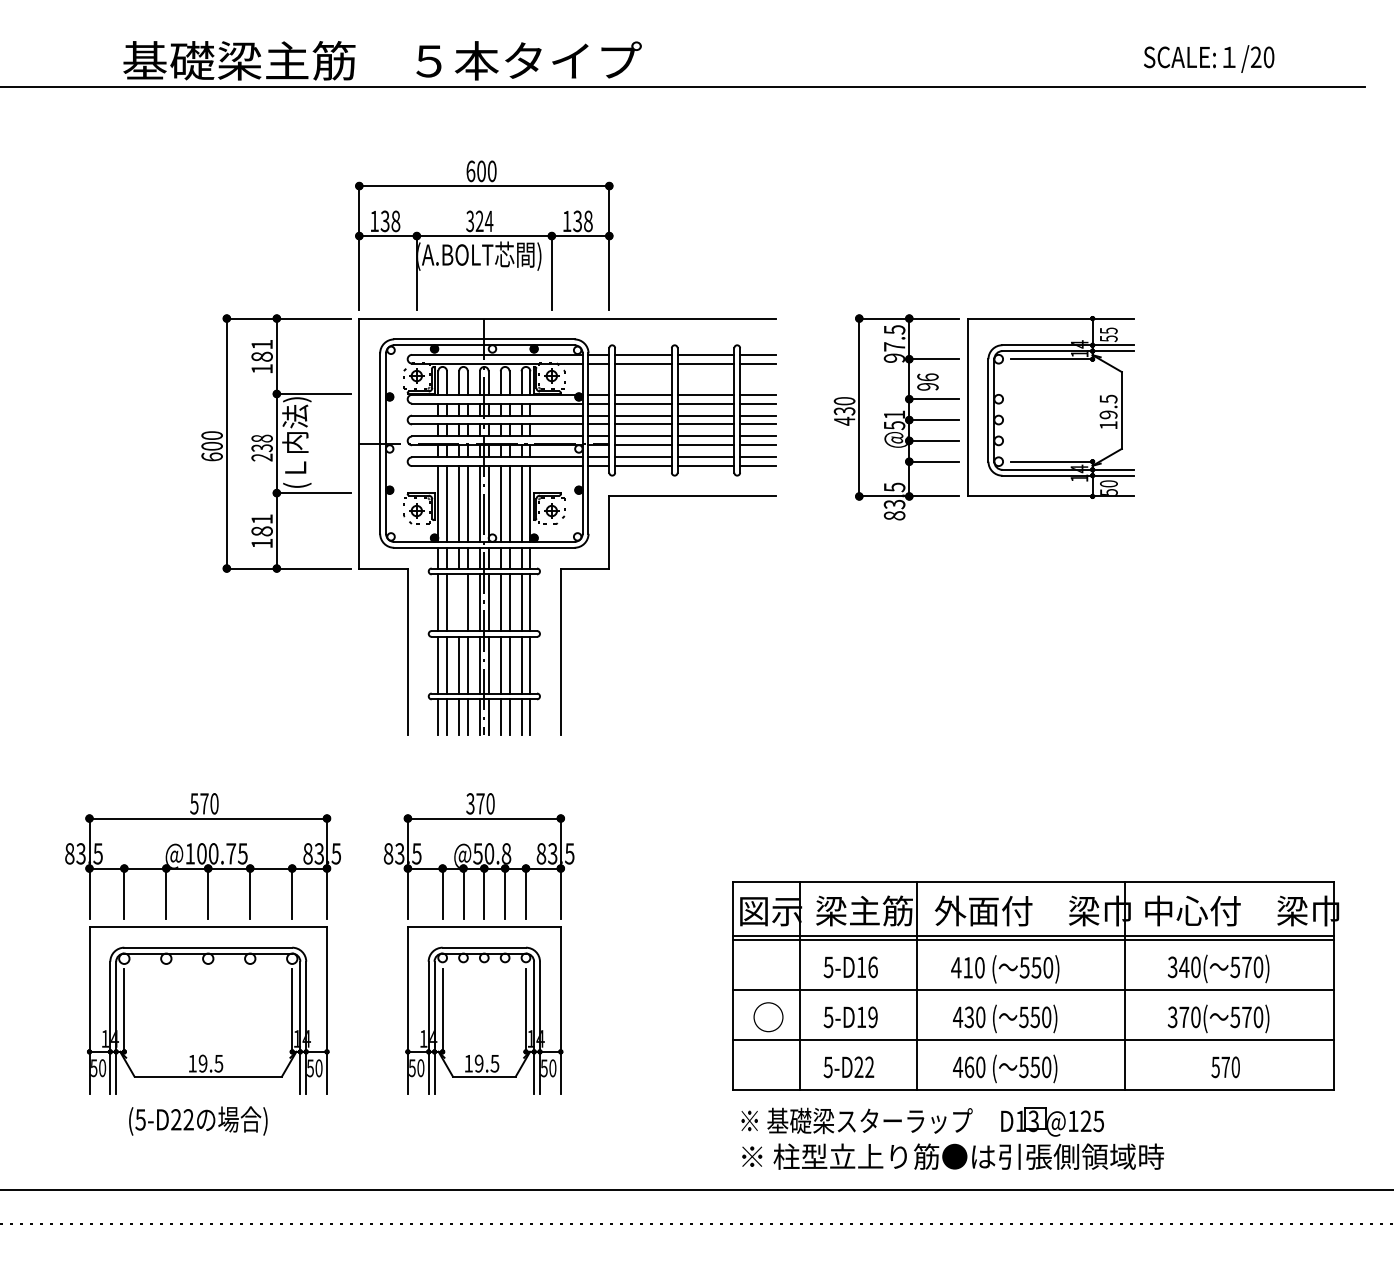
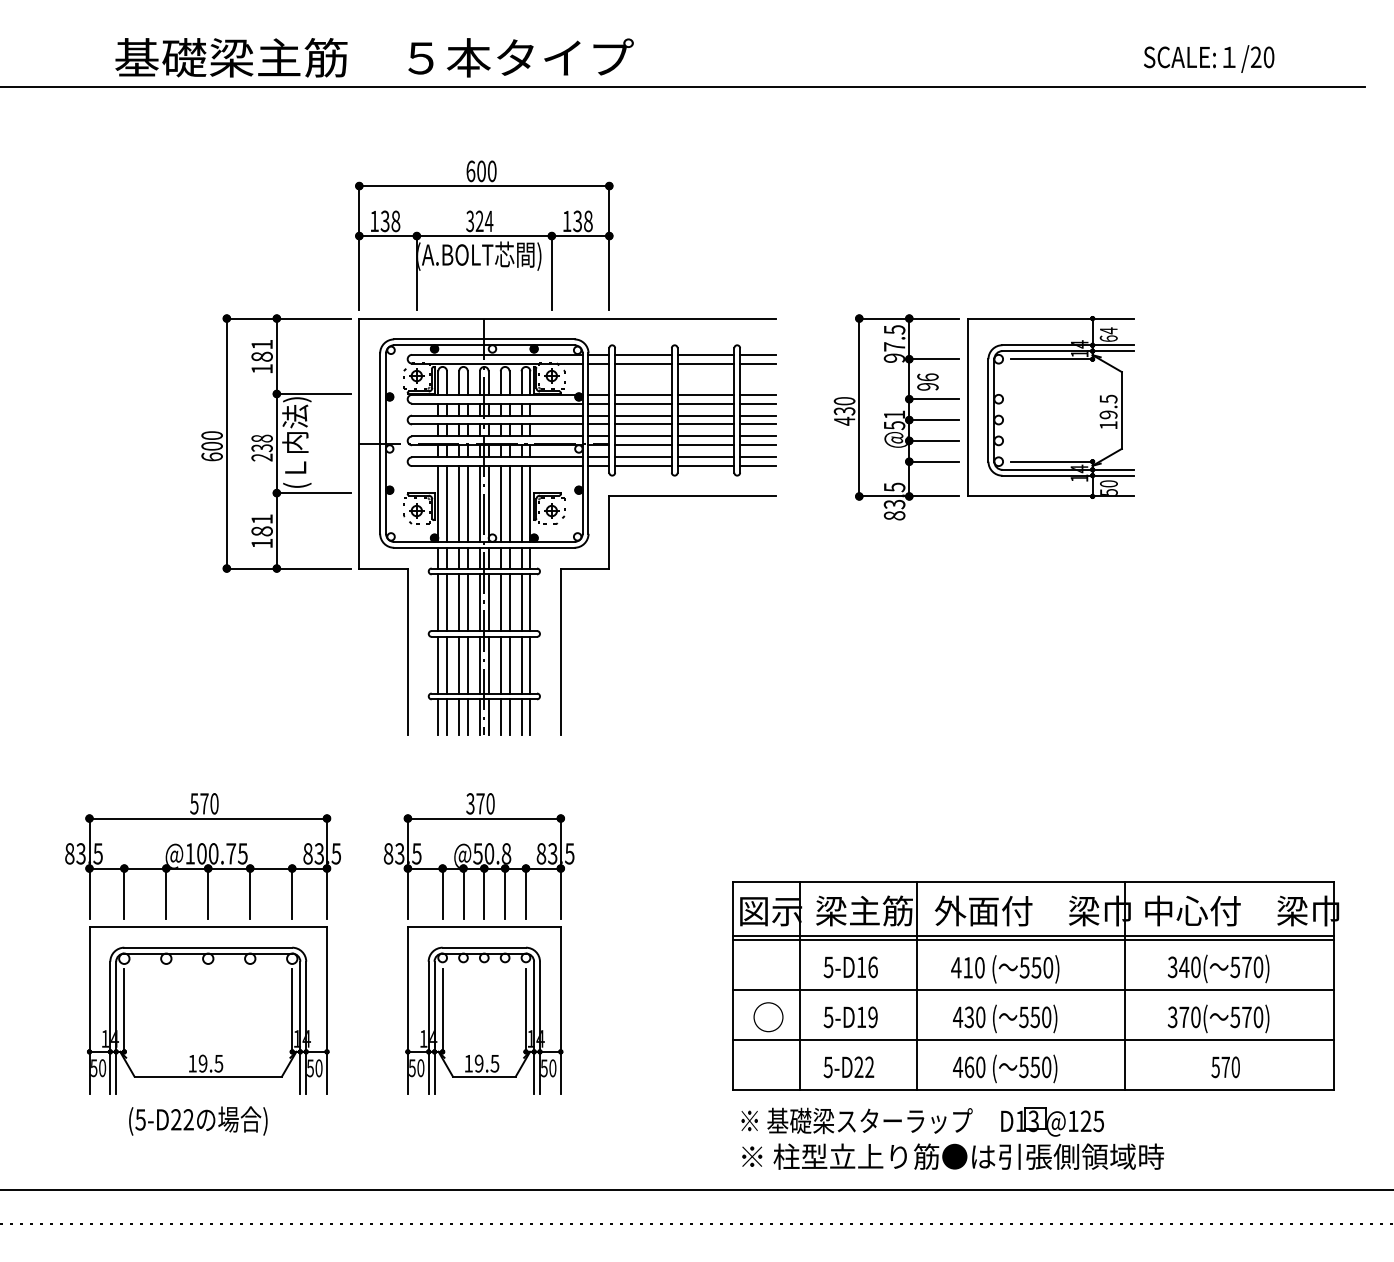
text at (382, 60) position: (382, 60) -> (374, 57)
text at (1108, 334): 55 -> 64
line at (459, 602): none -> present
